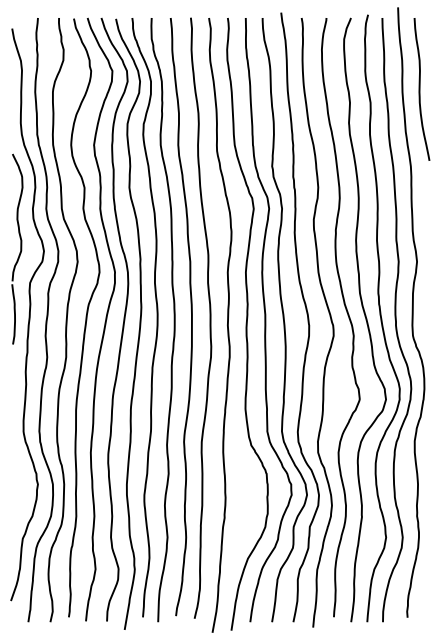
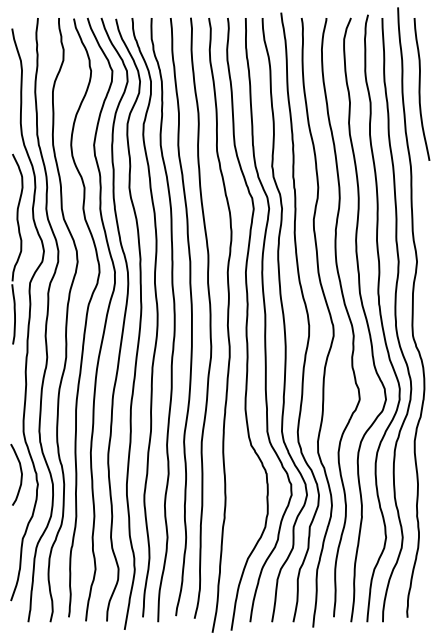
curve at (20, 472): none -> present
